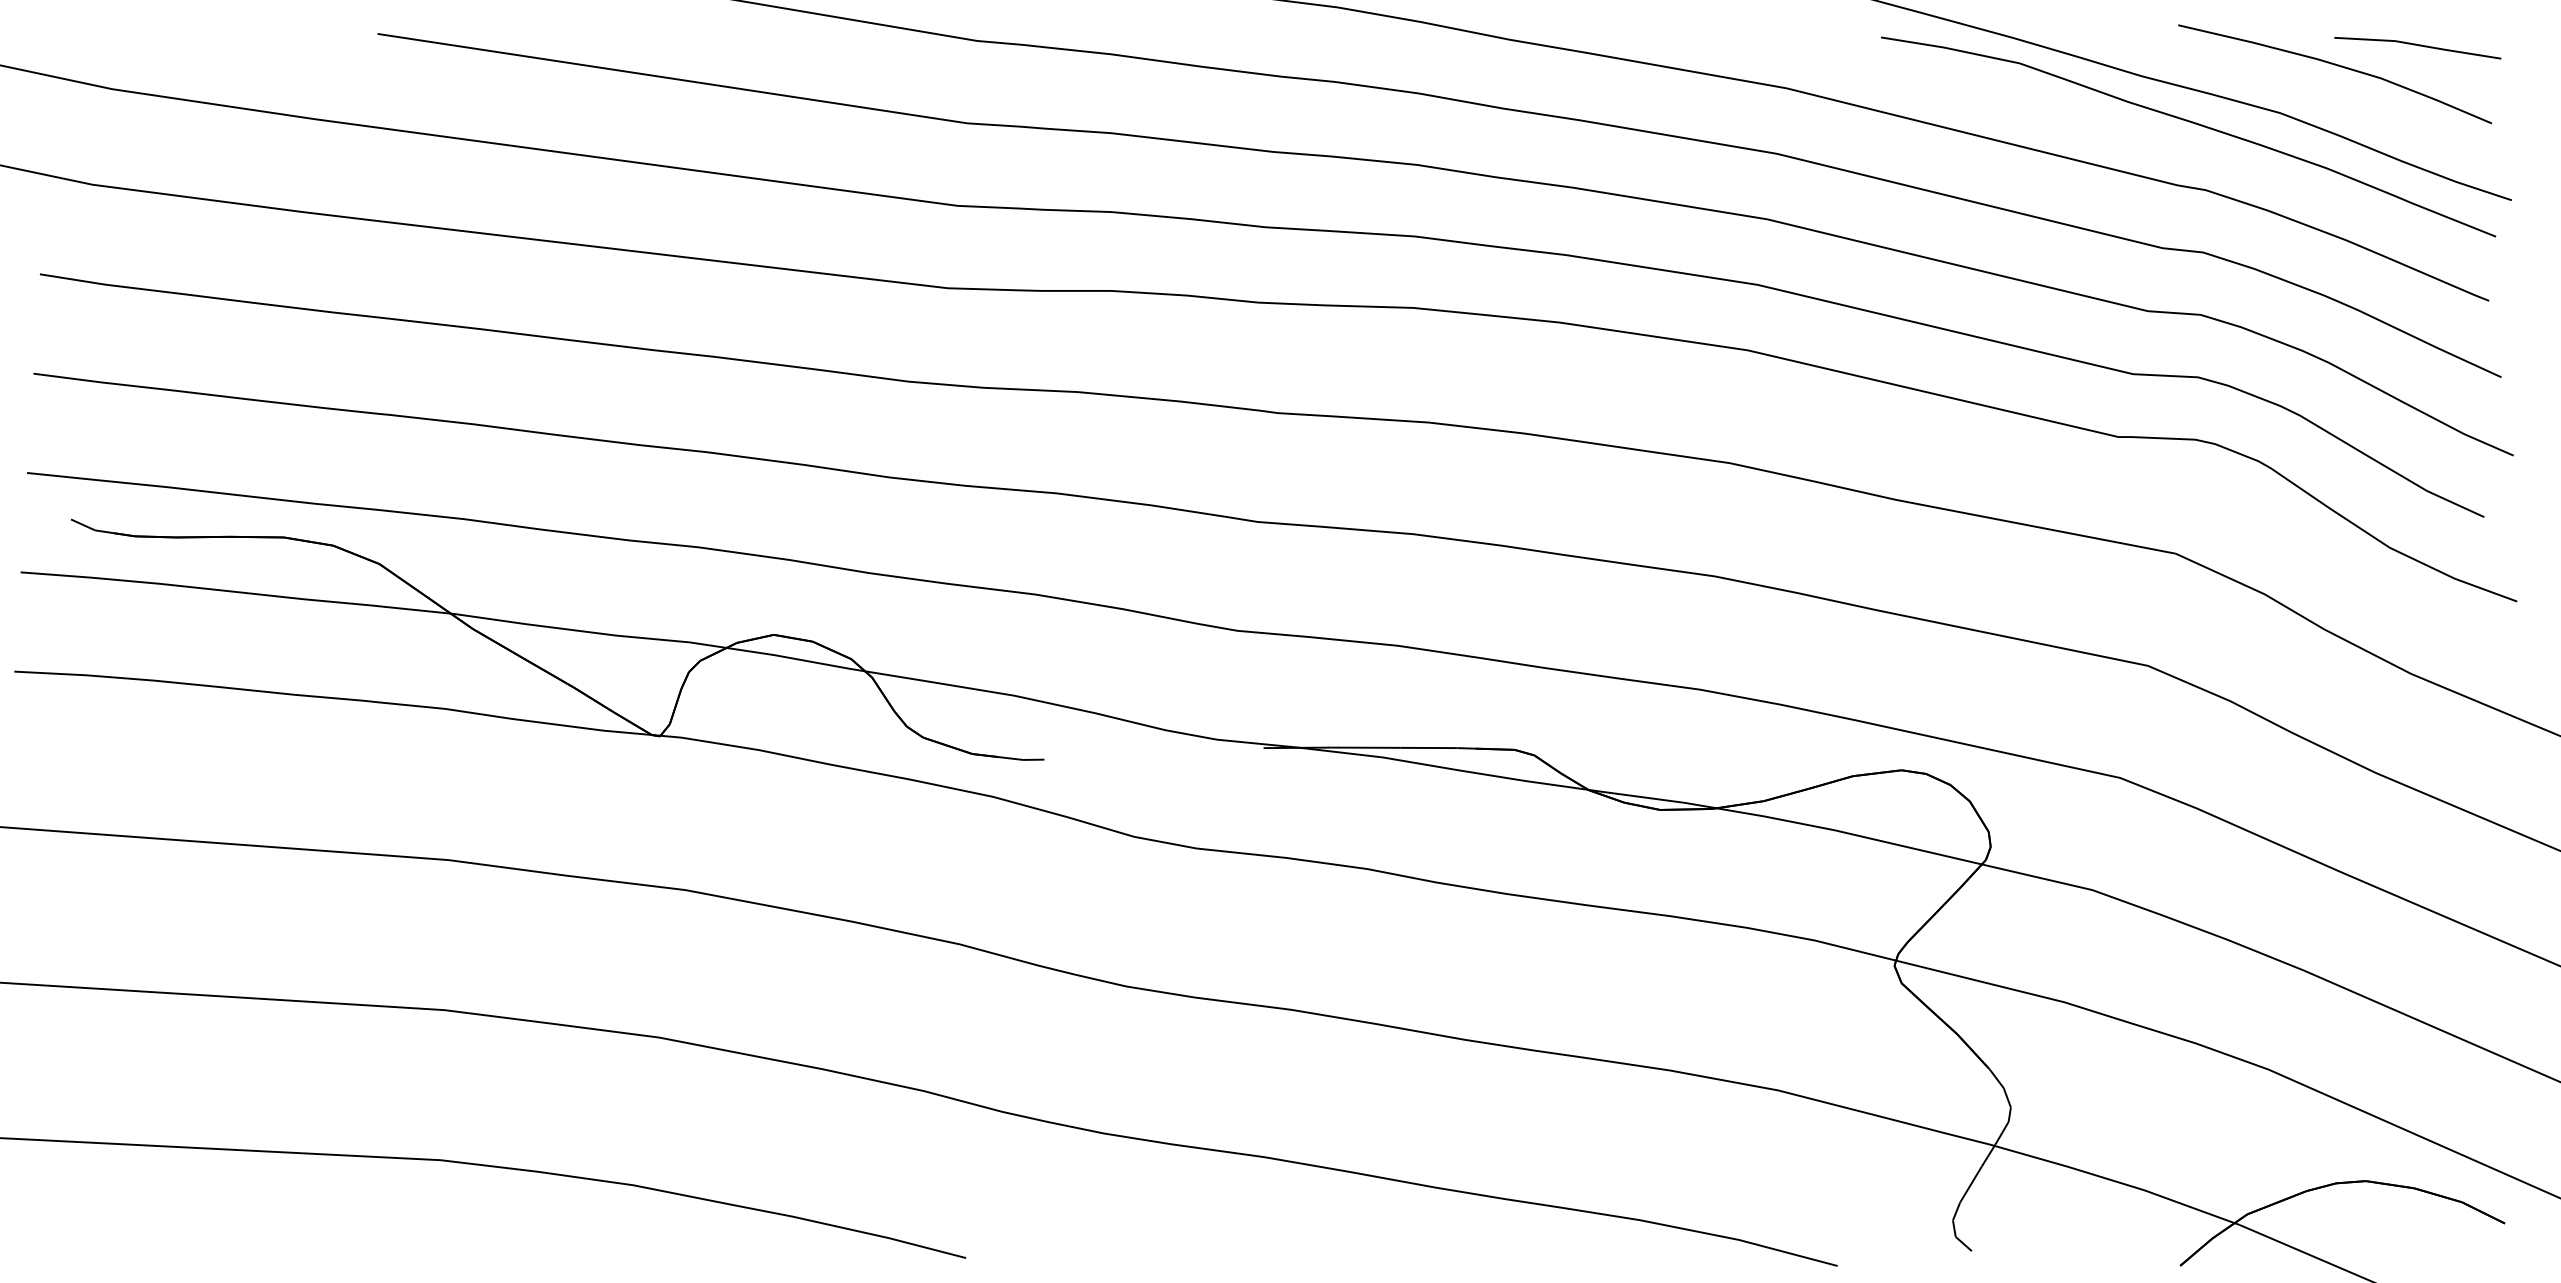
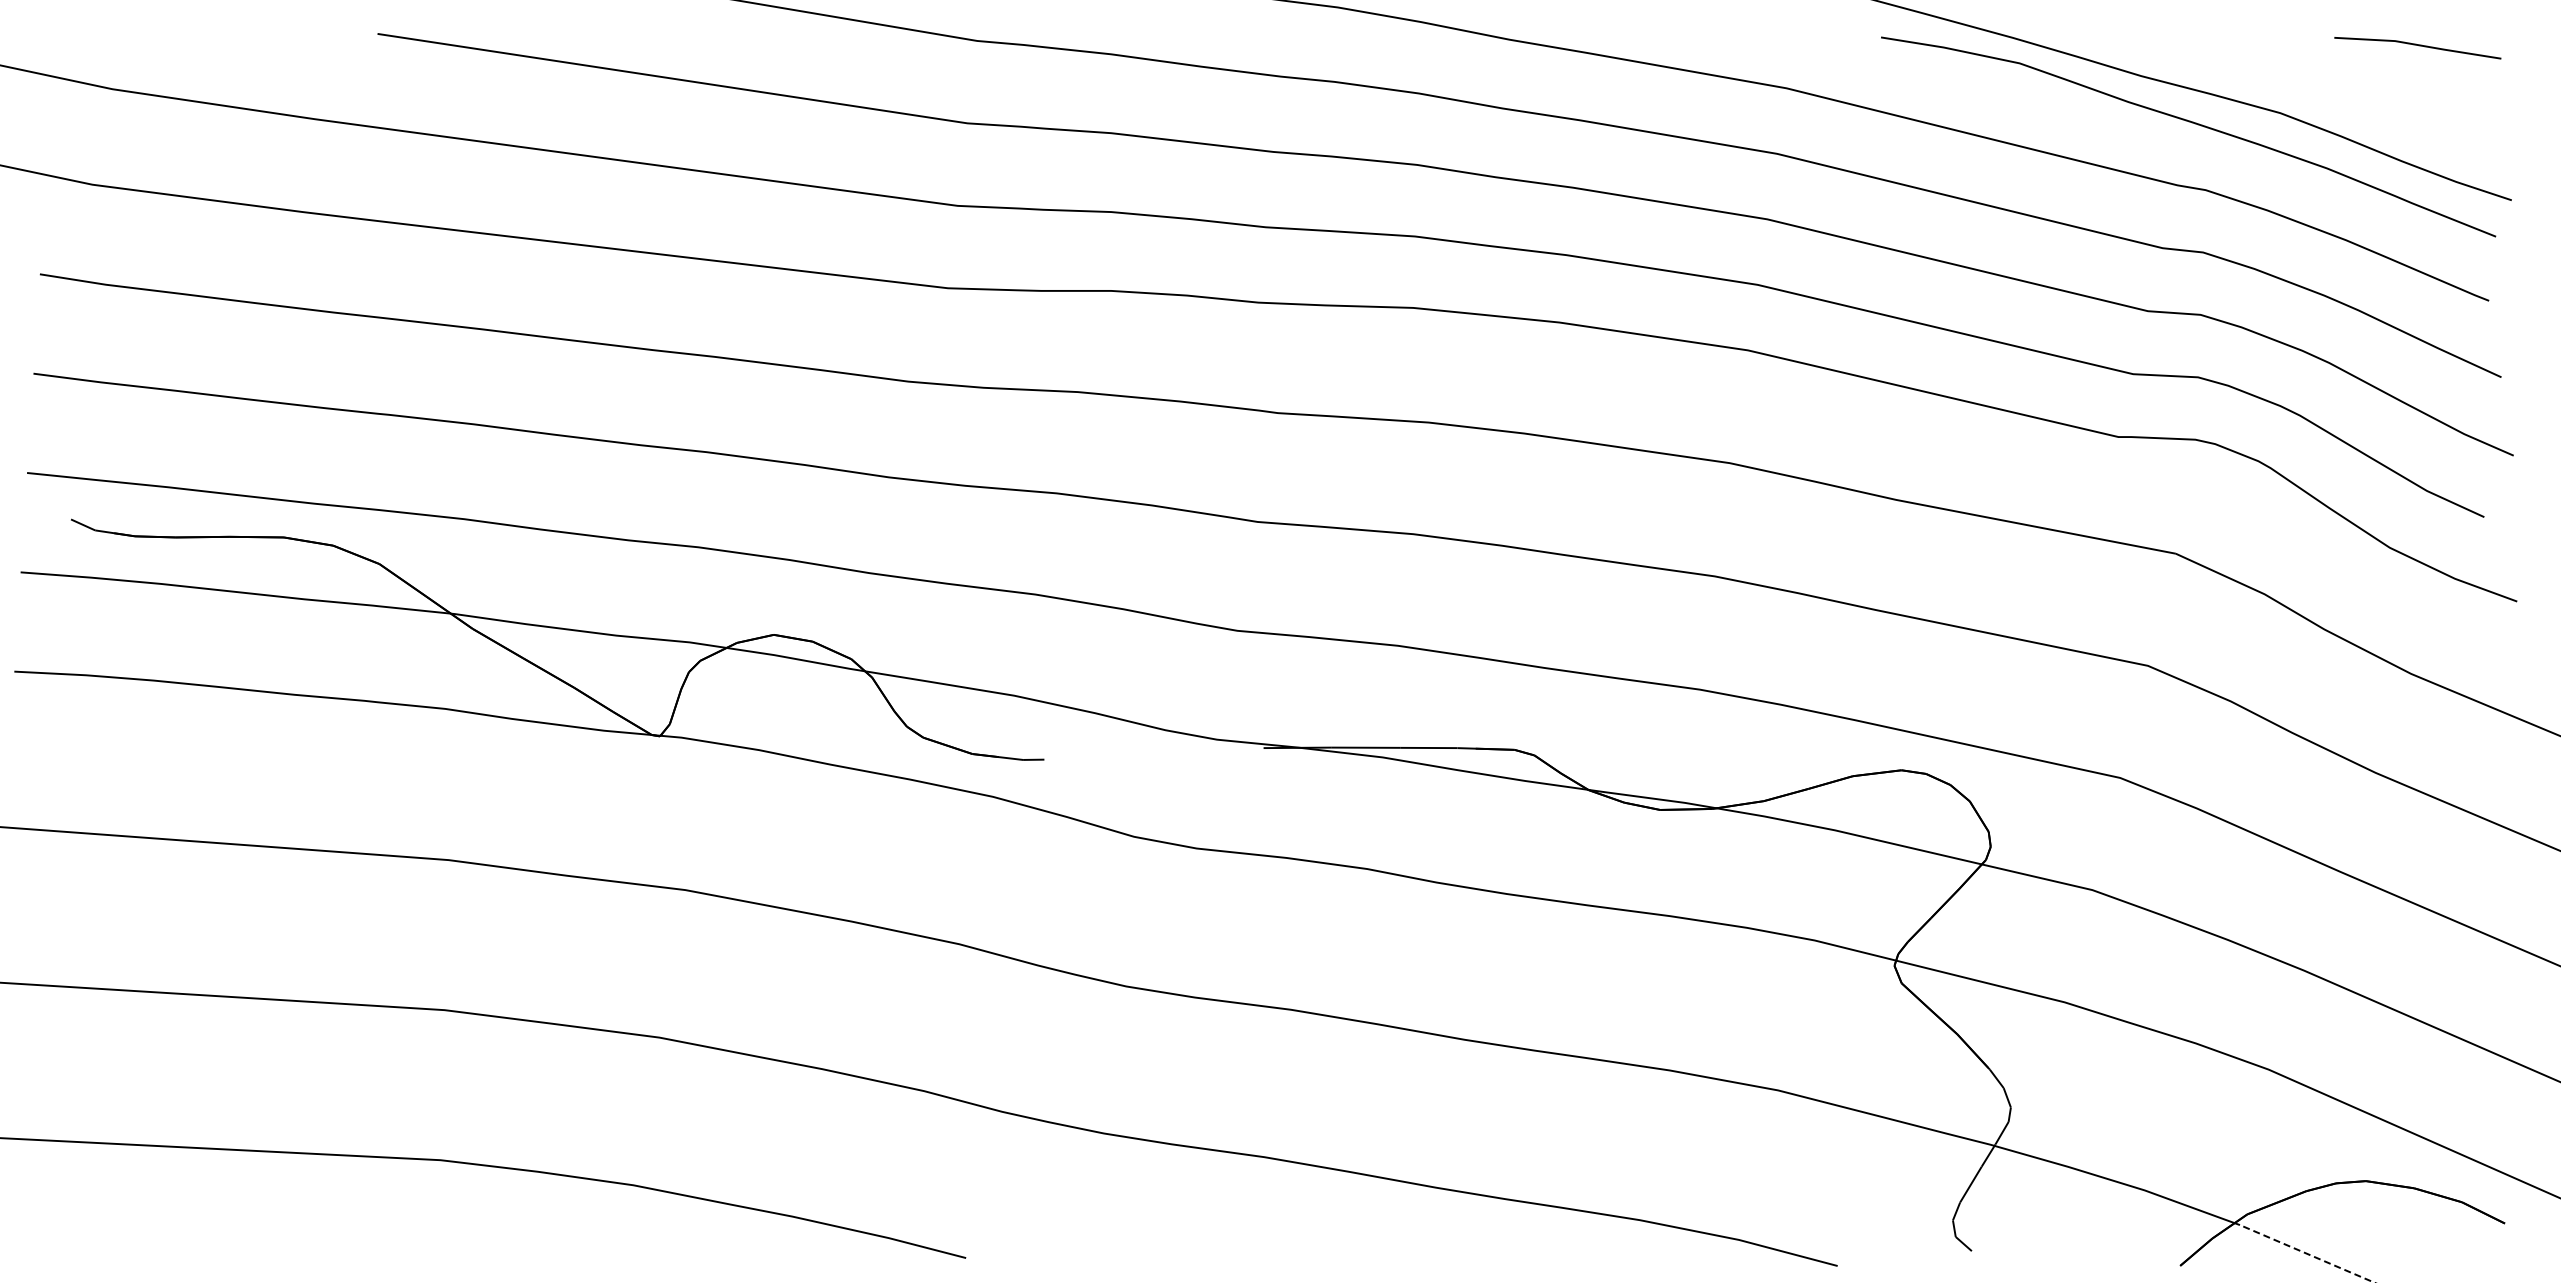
part at (2337, 66): present -> none
line at (2306, 1253): solid -> dashed
